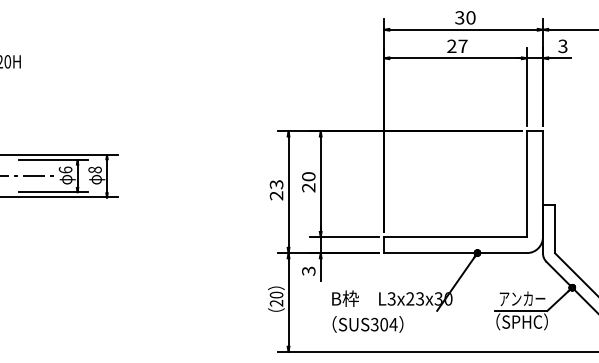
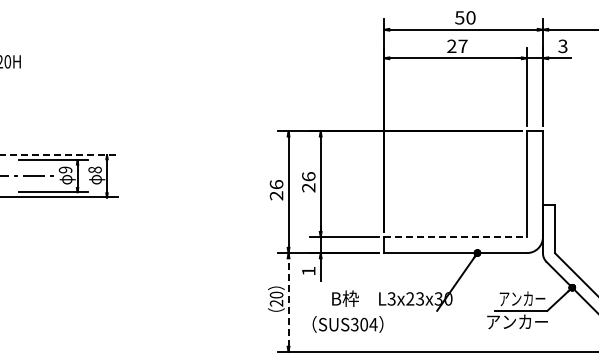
text at (459, 17): 30 -> 50
line at (58, 155): solid -> dashed
text at (65, 169): 6 -> 9
text at (308, 176): 20 -> 26
text at (276, 184): 23 -> 26
line at (456, 237): solid -> dashed
text at (308, 270): 3 -> 1
line at (288, 302): solid -> dashed
text at (517, 321): （SPHC） -> アンカー
text at (367, 324) position: (367, 324) -> (347, 324)
